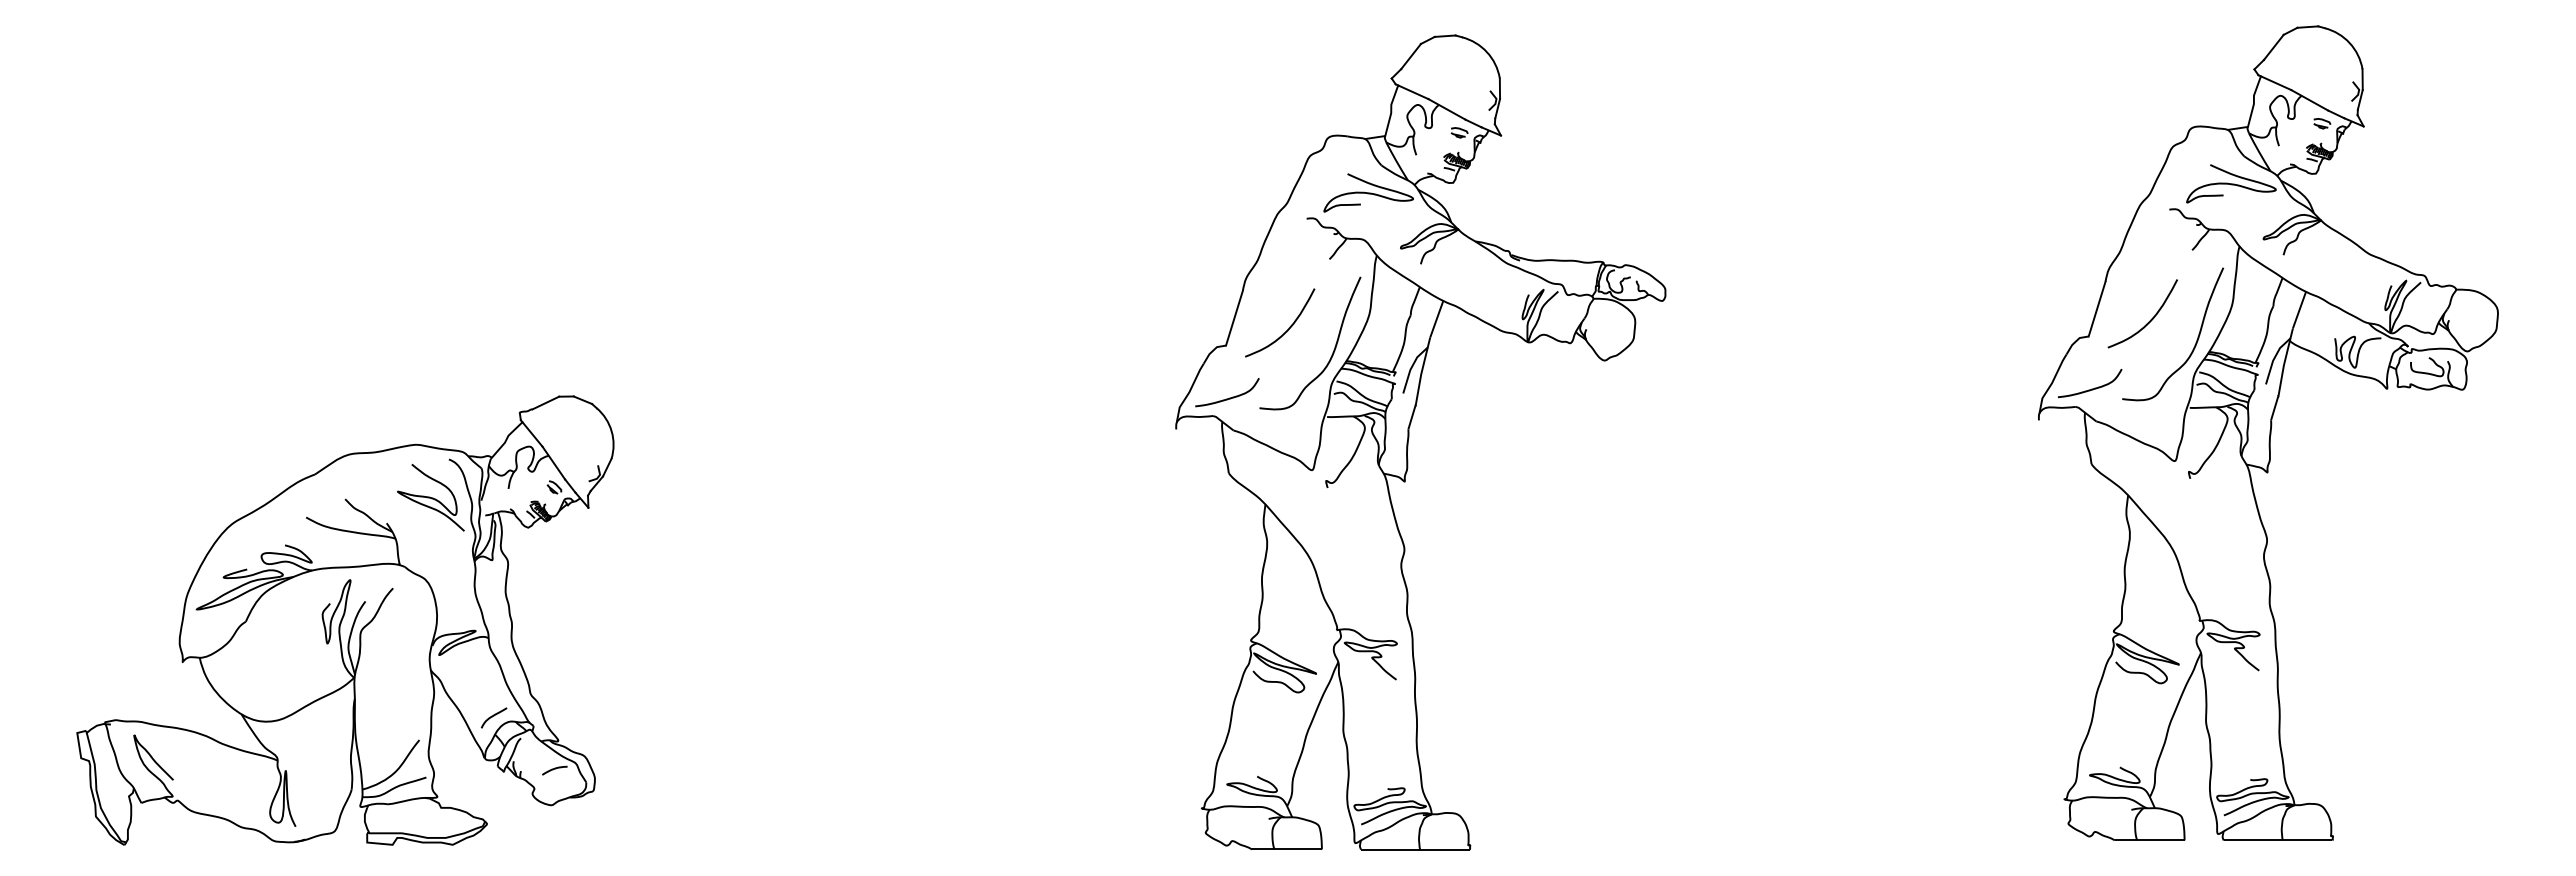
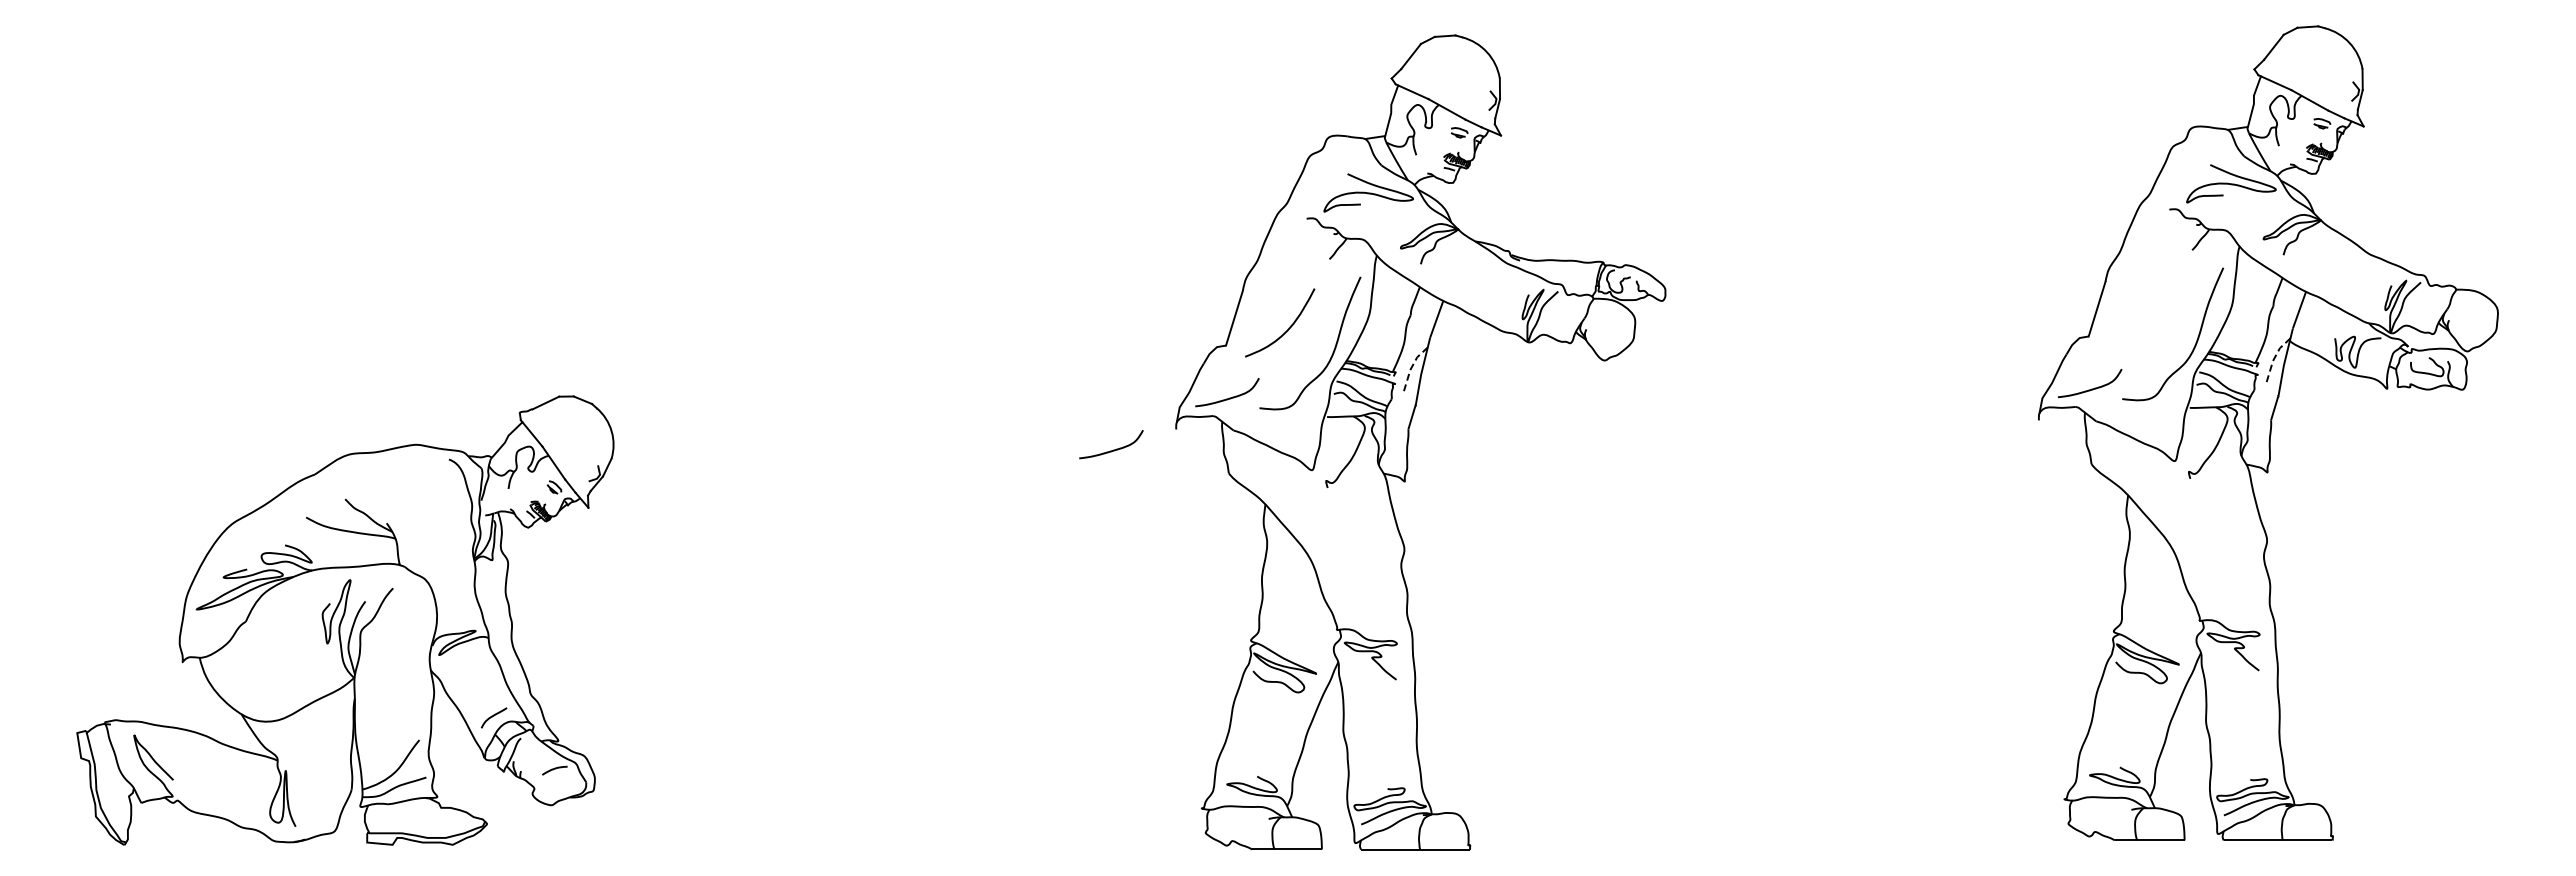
curve at (2149, 320): present -> none
line at (2273, 359): solid -> dashed
line at (1411, 368): solid -> dashed
curve at (1113, 449): none -> present
curve at (430, 497): present -> none
